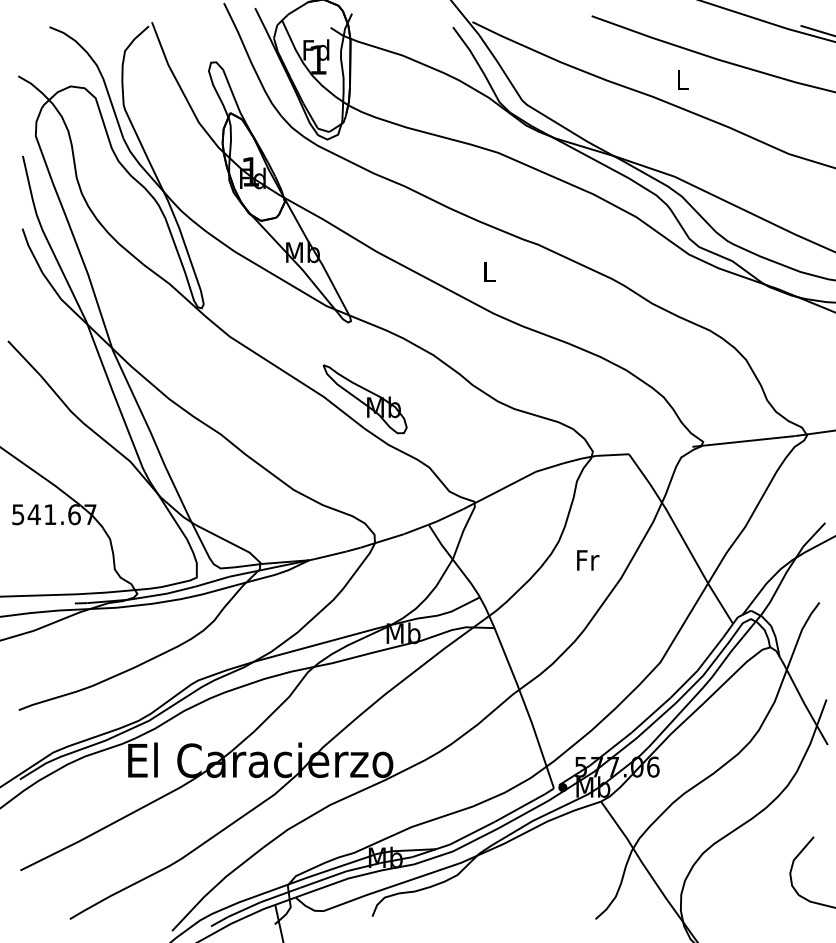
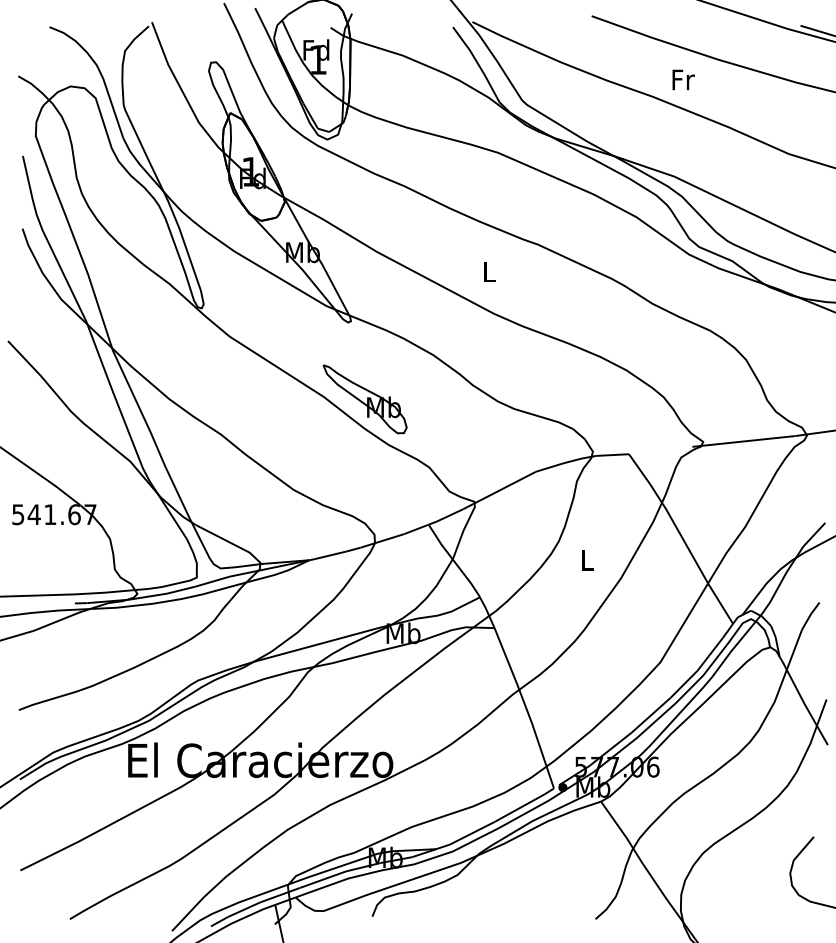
text at (683, 79): L -> Fr
text at (588, 560): Fr -> L
